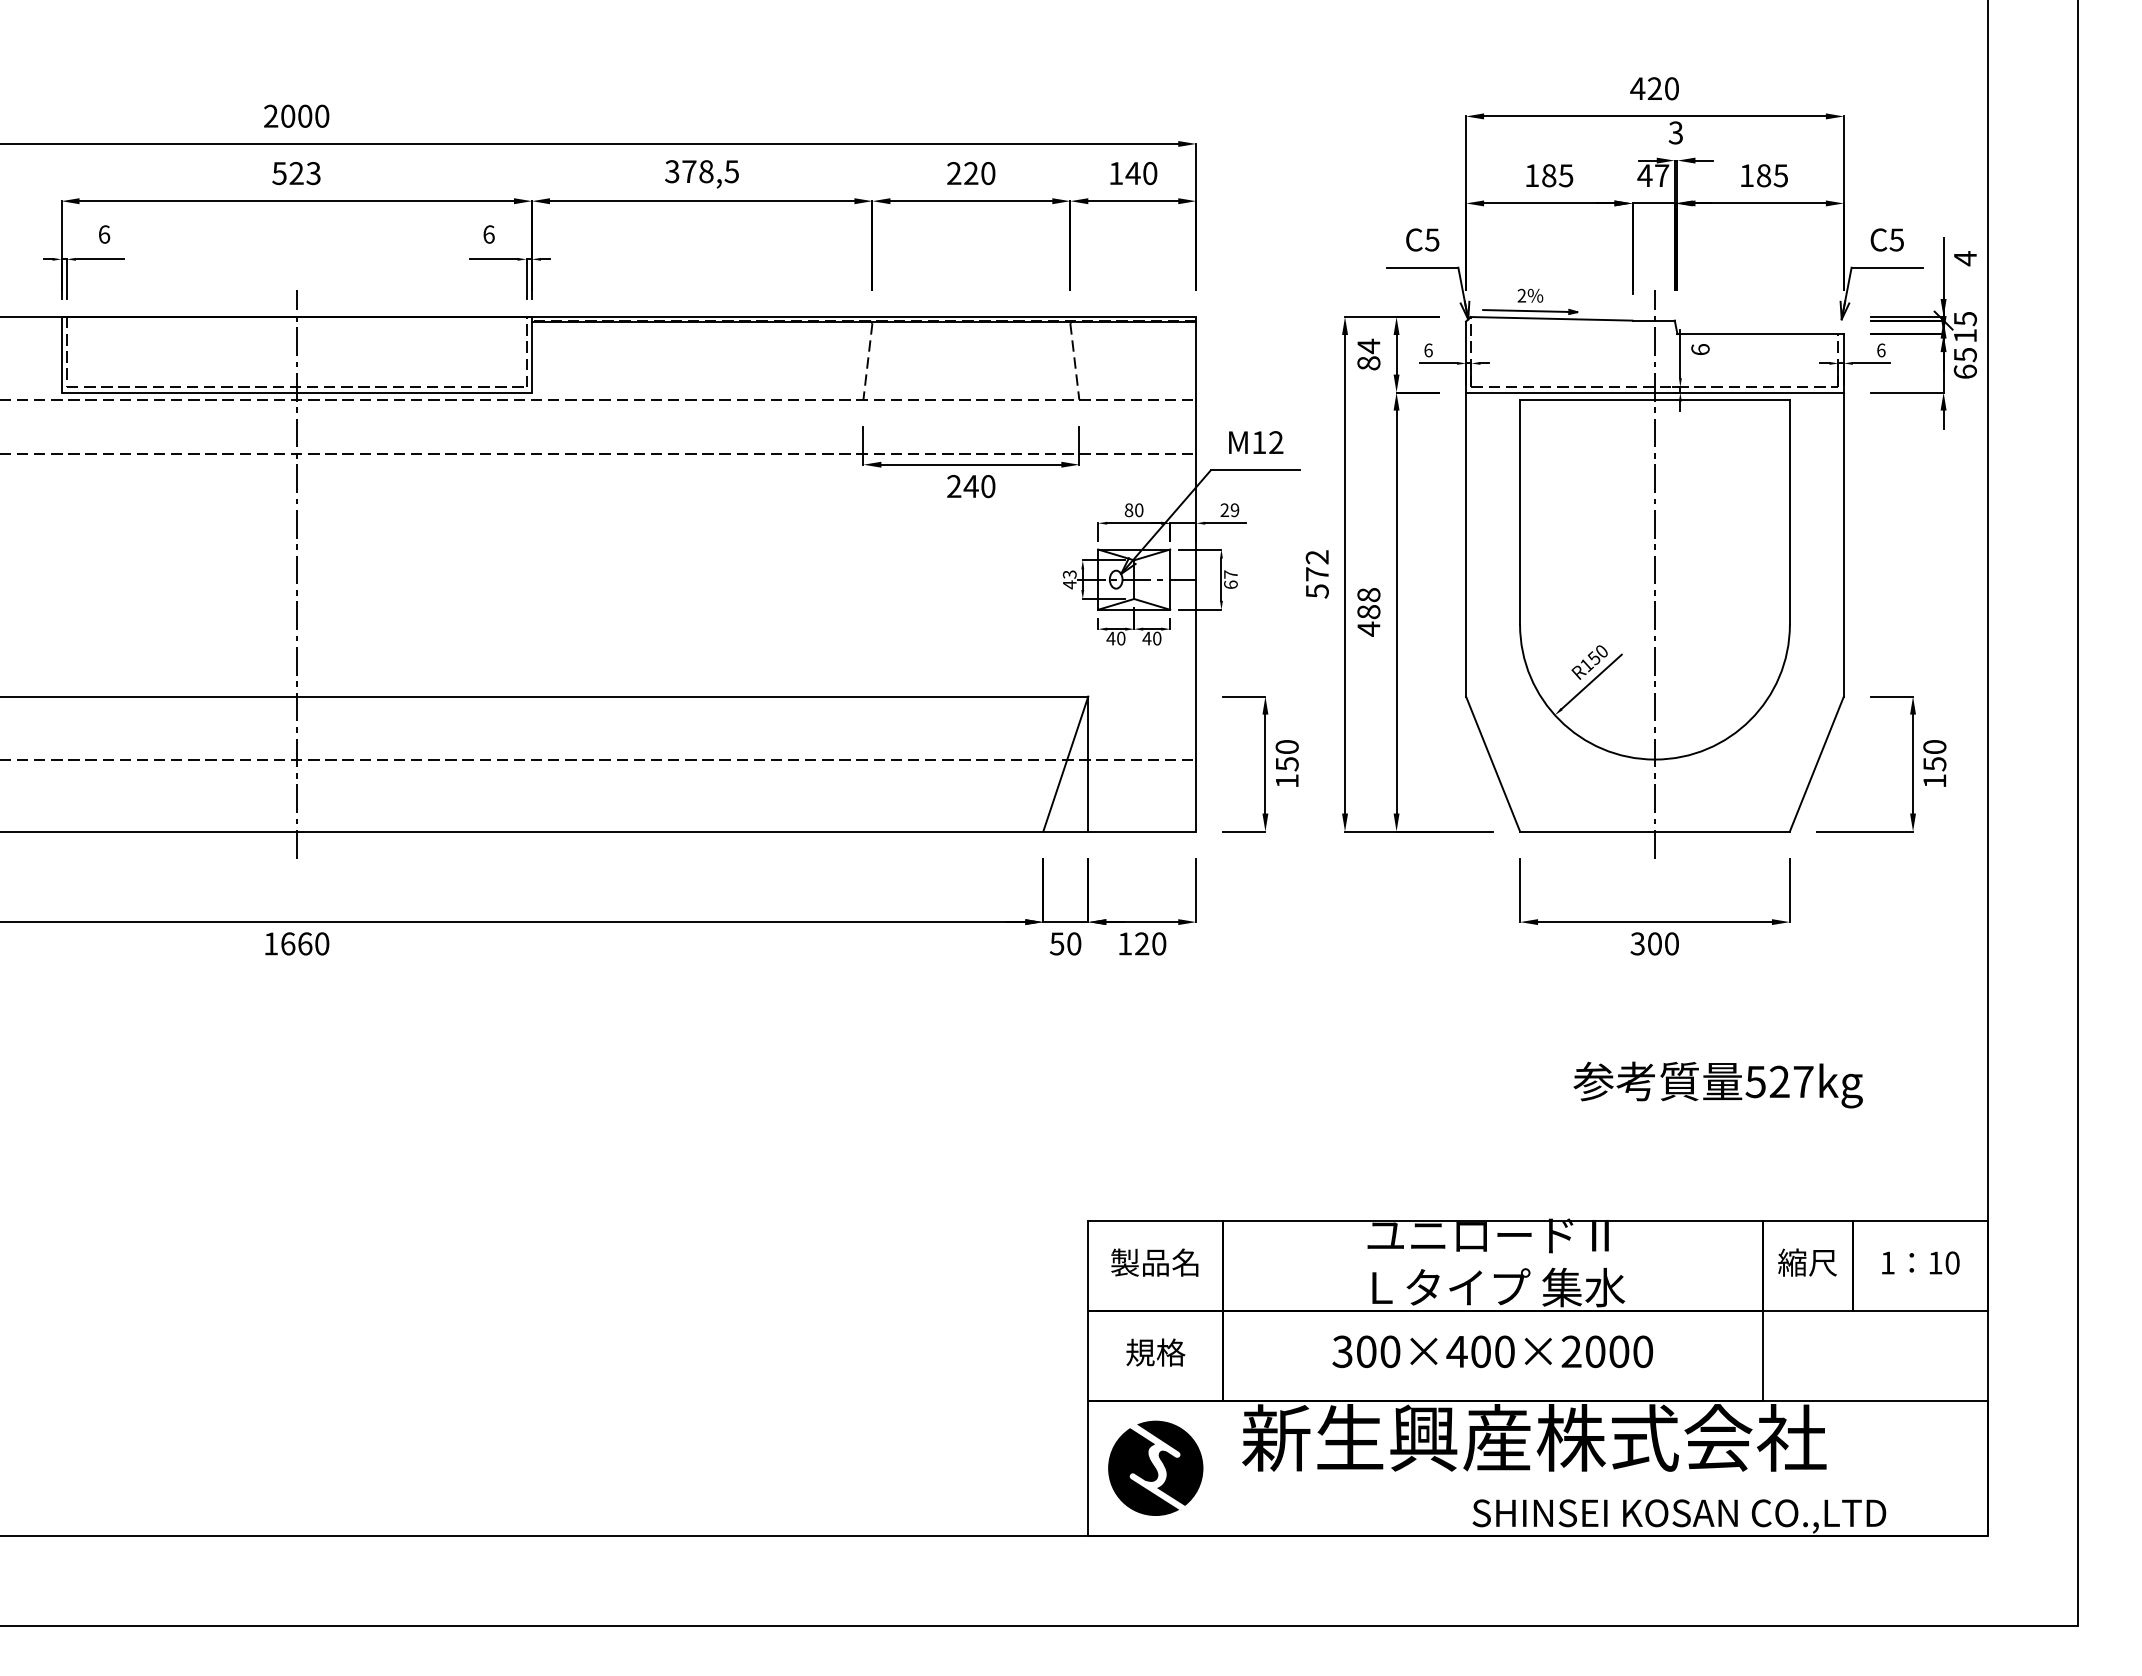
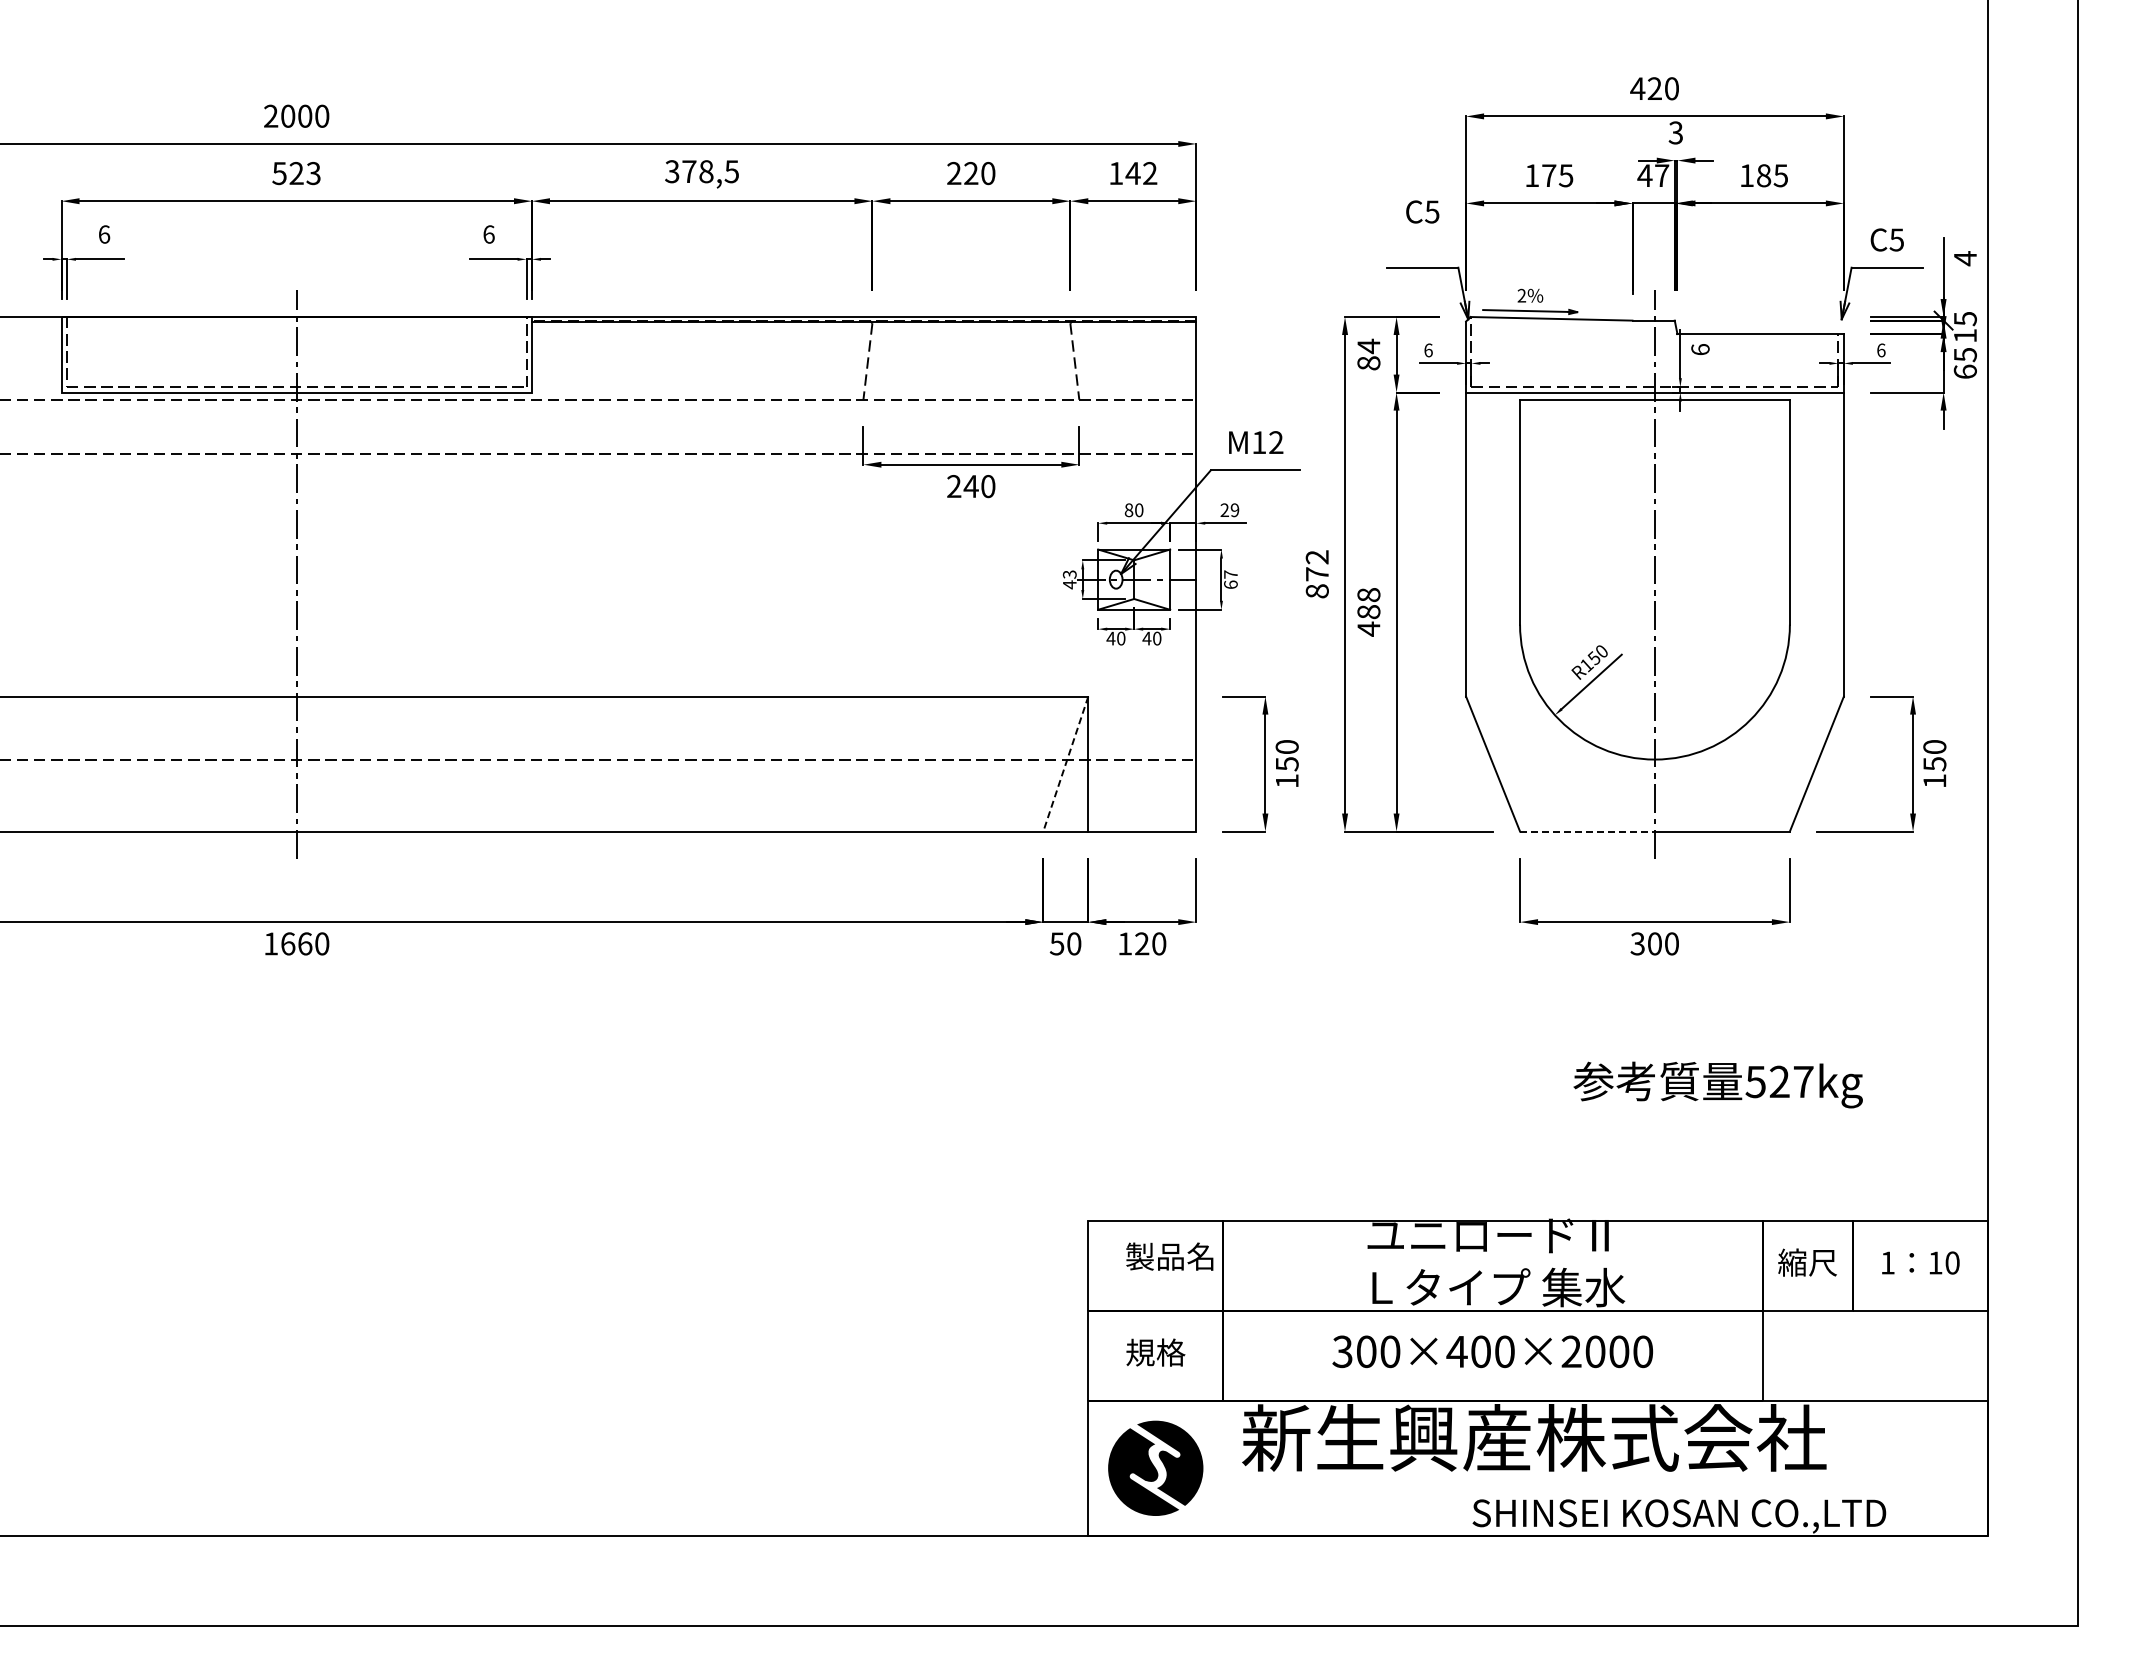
text at (1150, 173): 140 -> 142
text at (1549, 175): 185 -> 175
text at (1422, 239) position: (1422, 239) -> (1422, 211)
text at (1316, 591): 572 -> 872
line at (1065, 764): solid -> dashed
line at (1588, 831): solid -> dashed
text at (1154, 1262) position: (1154, 1262) -> (1169, 1256)
